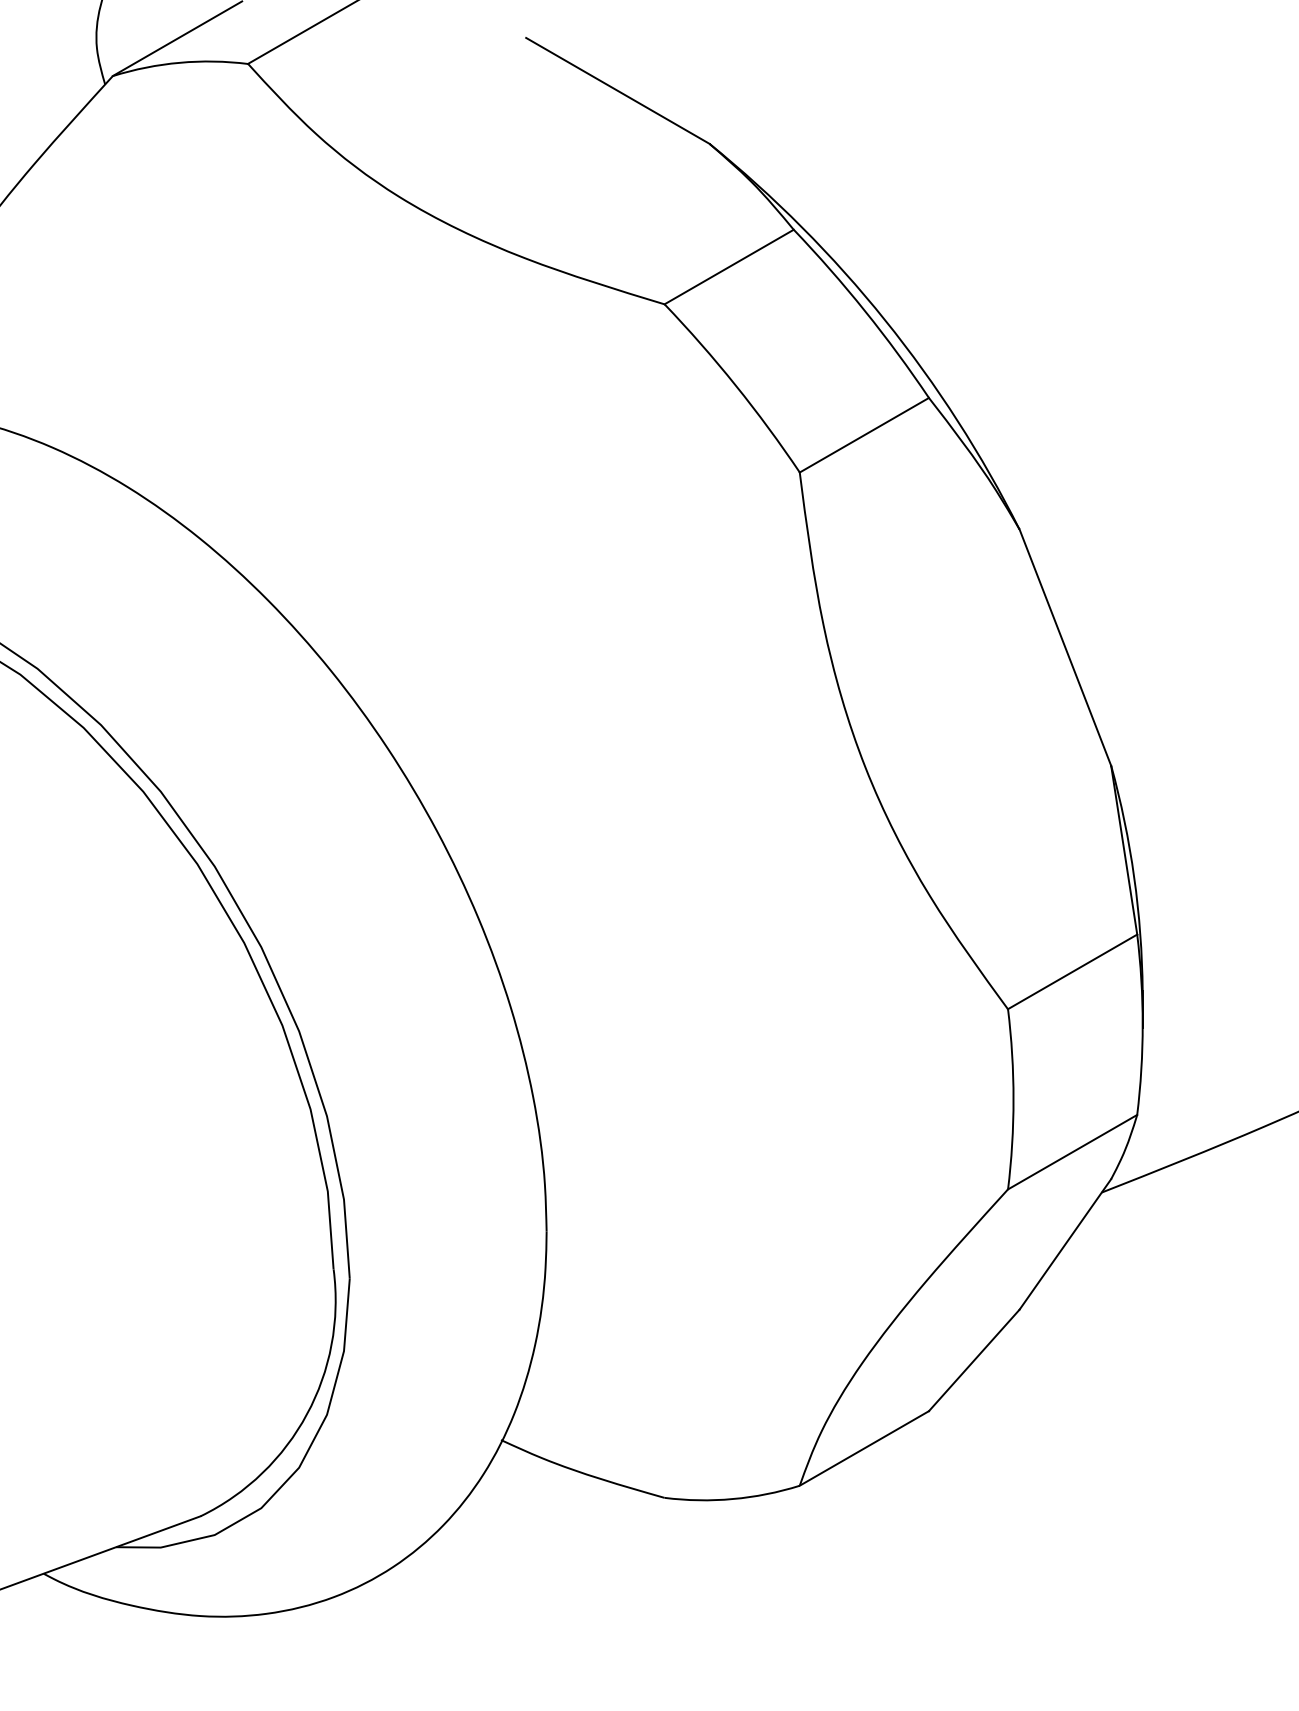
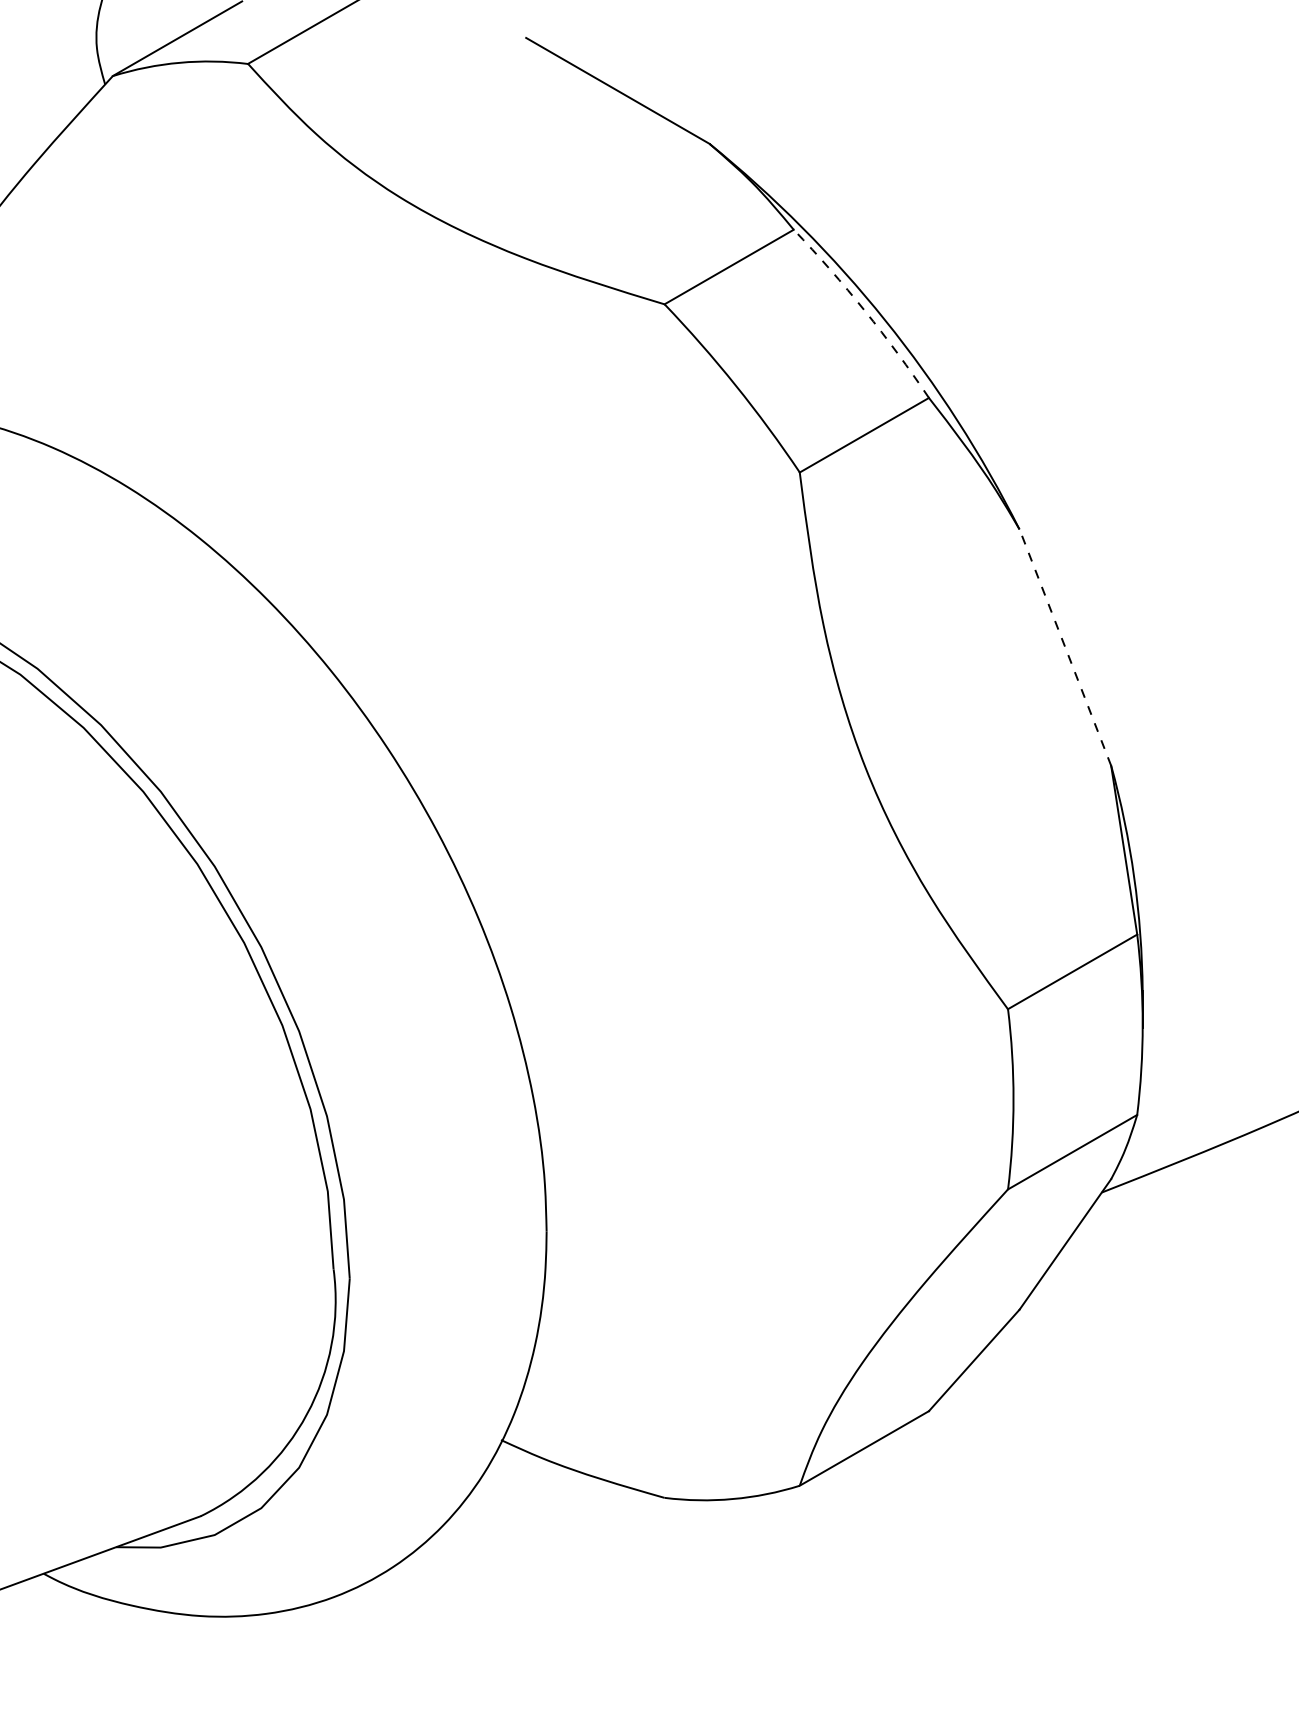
arc at (864, 310): solid -> dashed
line at (1065, 647): solid -> dashed
